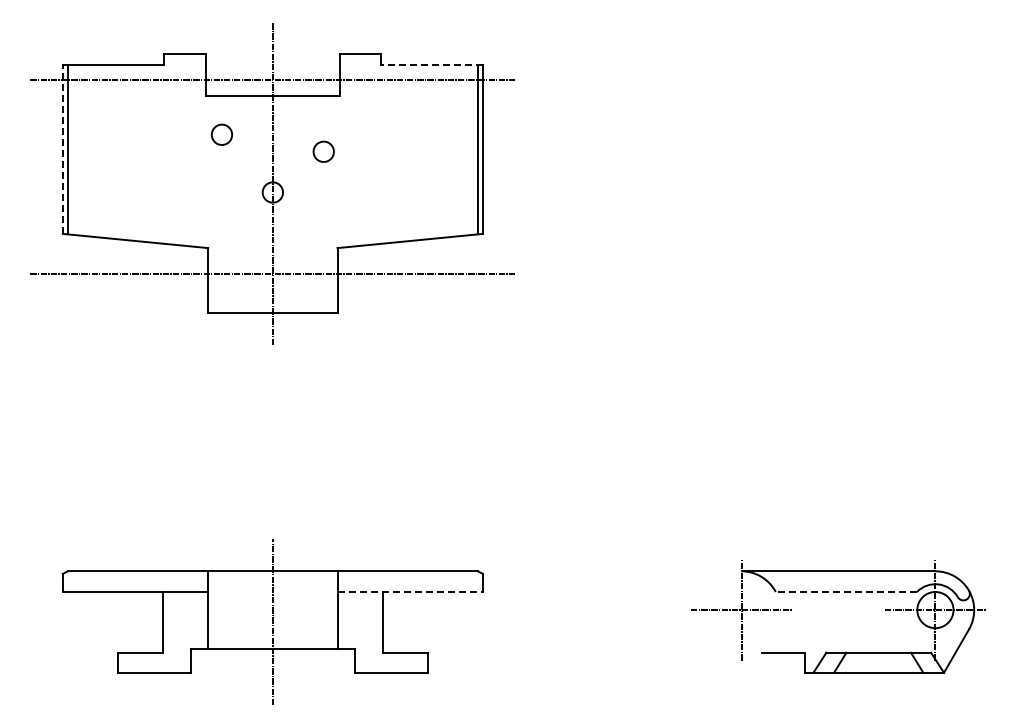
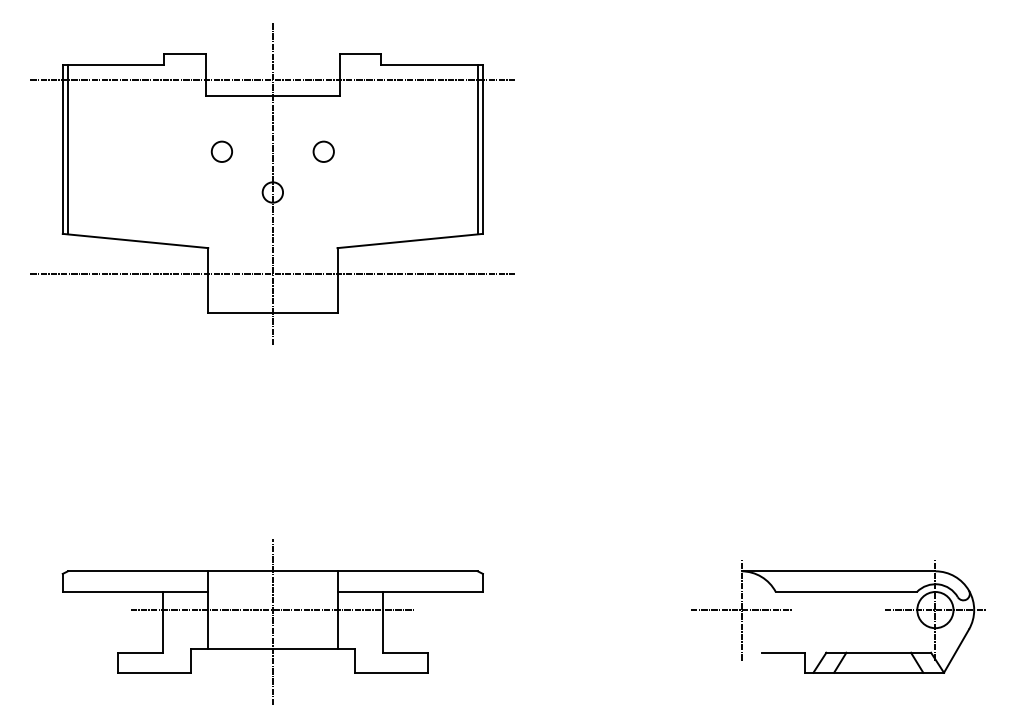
line at (432, 64): dashed -> solid
circle at (221, 134) position: (221, 134) -> (221, 151)
line at (62, 149): dashed -> solid
line at (410, 591): dashed -> solid
line at (846, 591): dashed -> solid
line at (272, 610): none -> present
